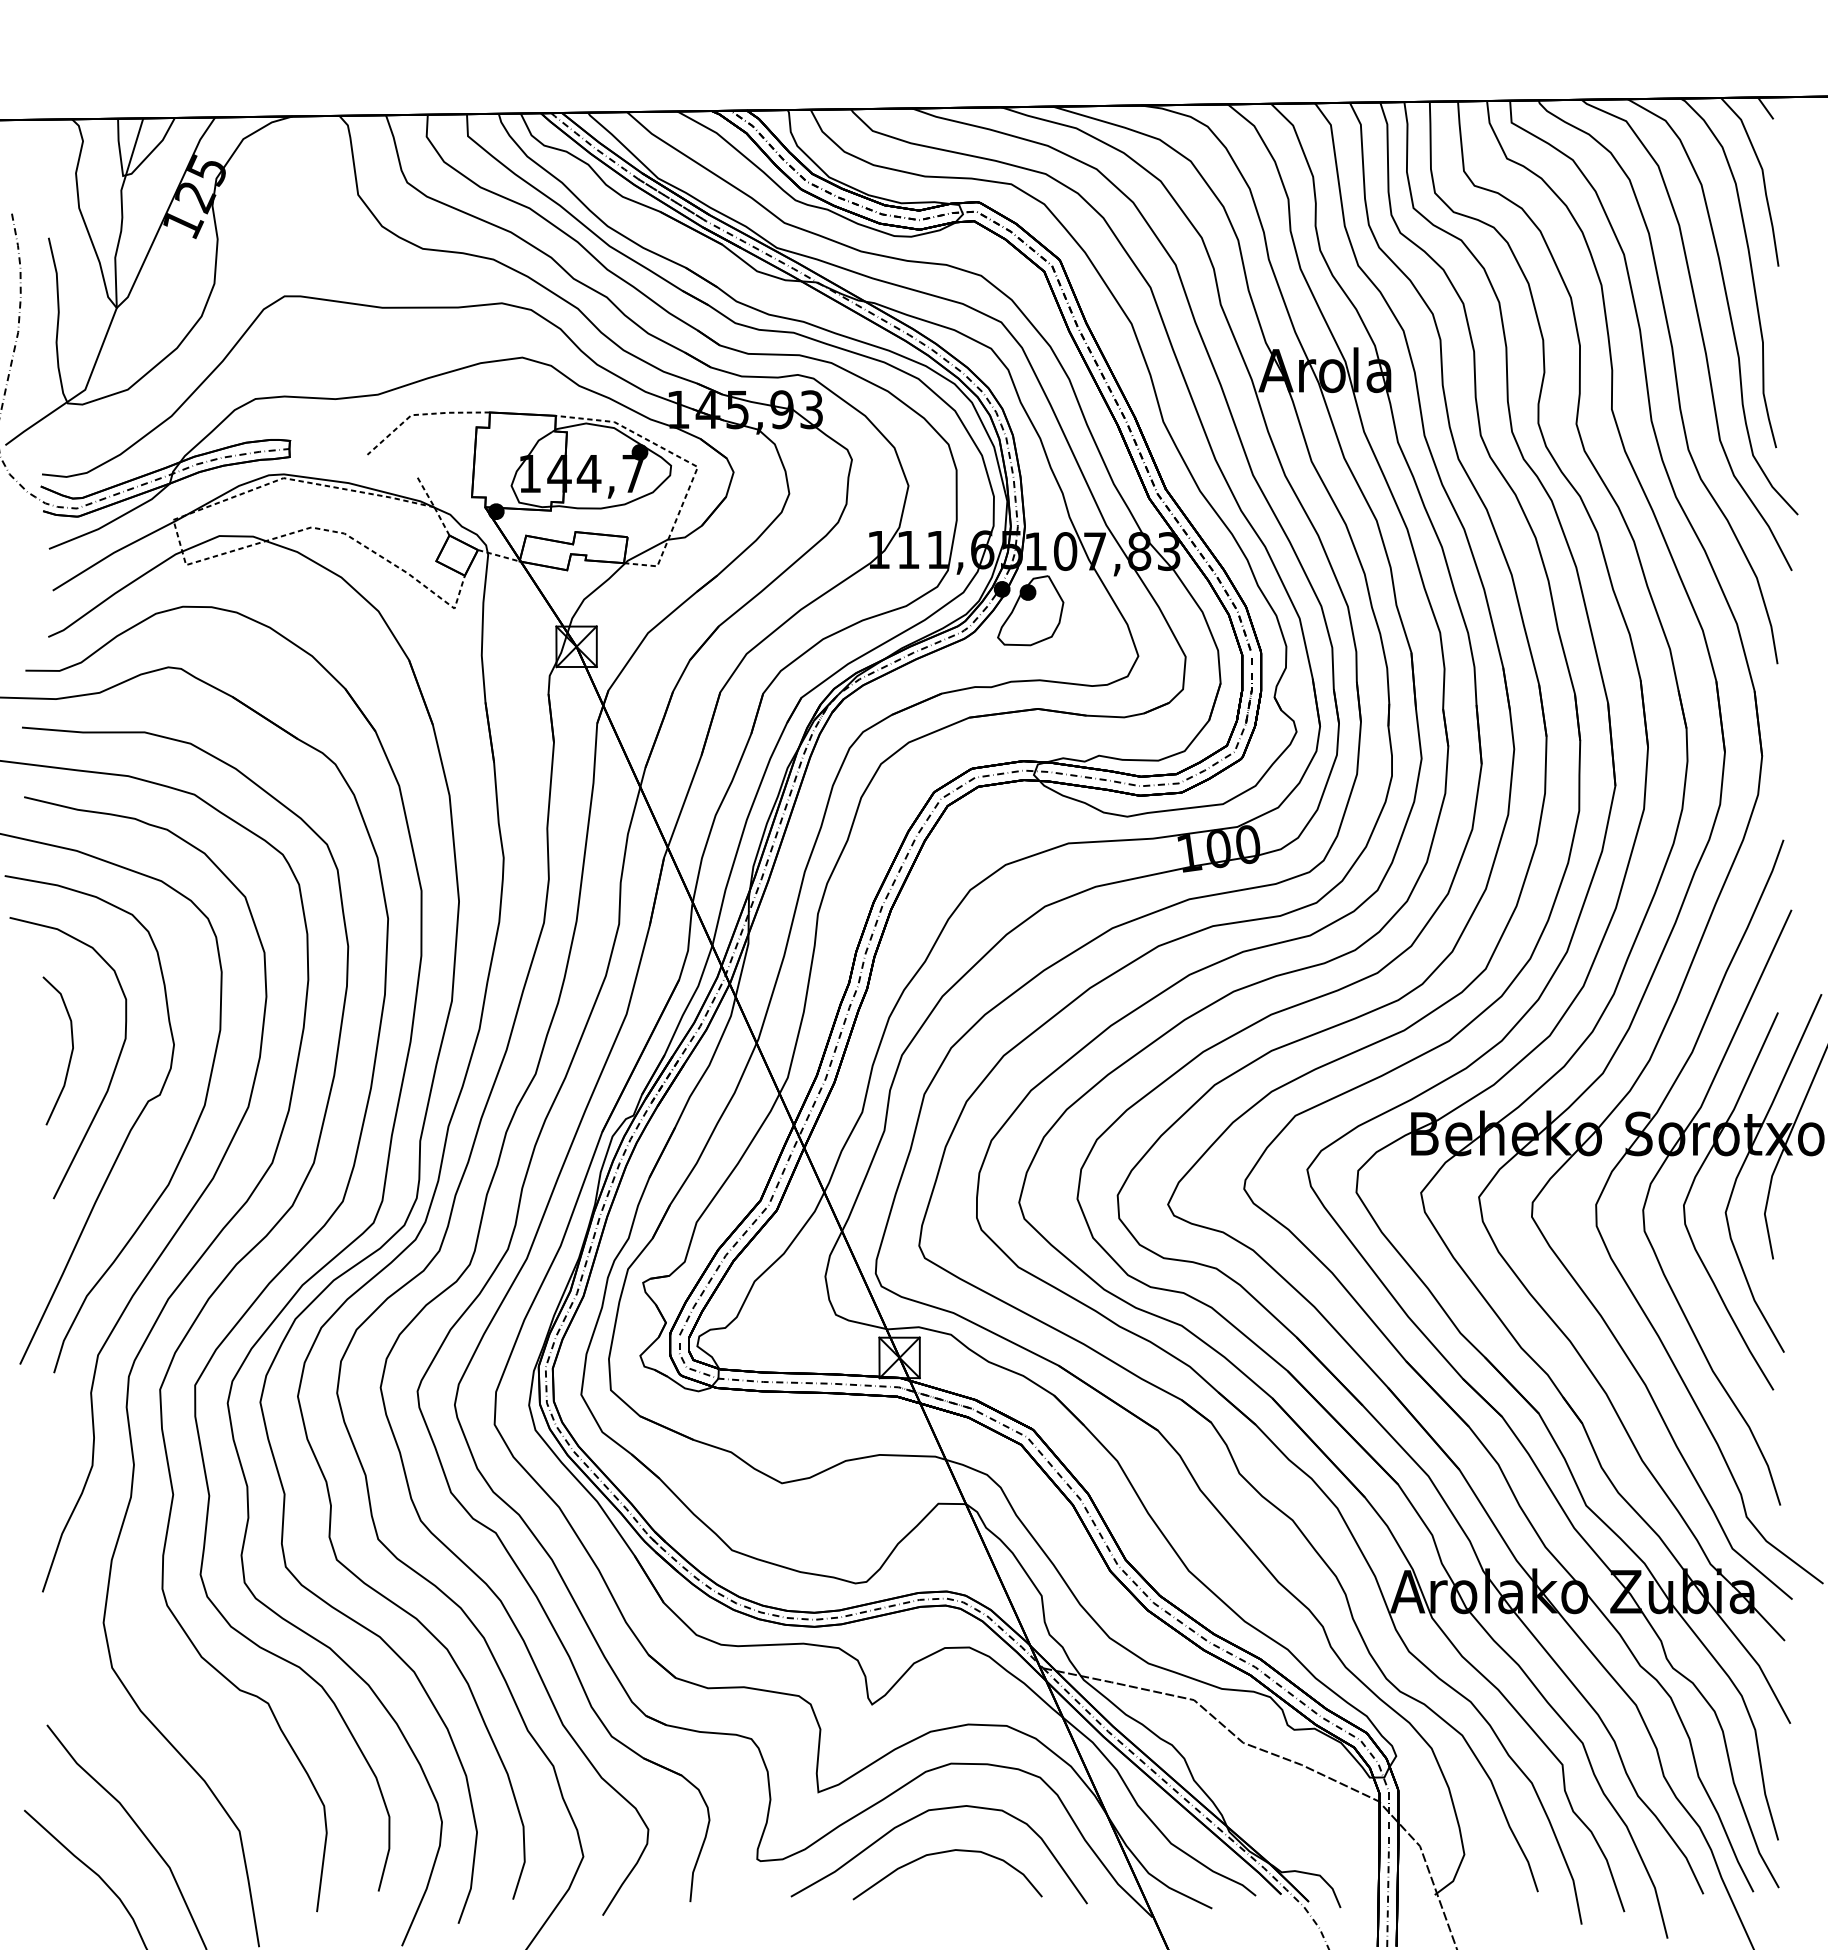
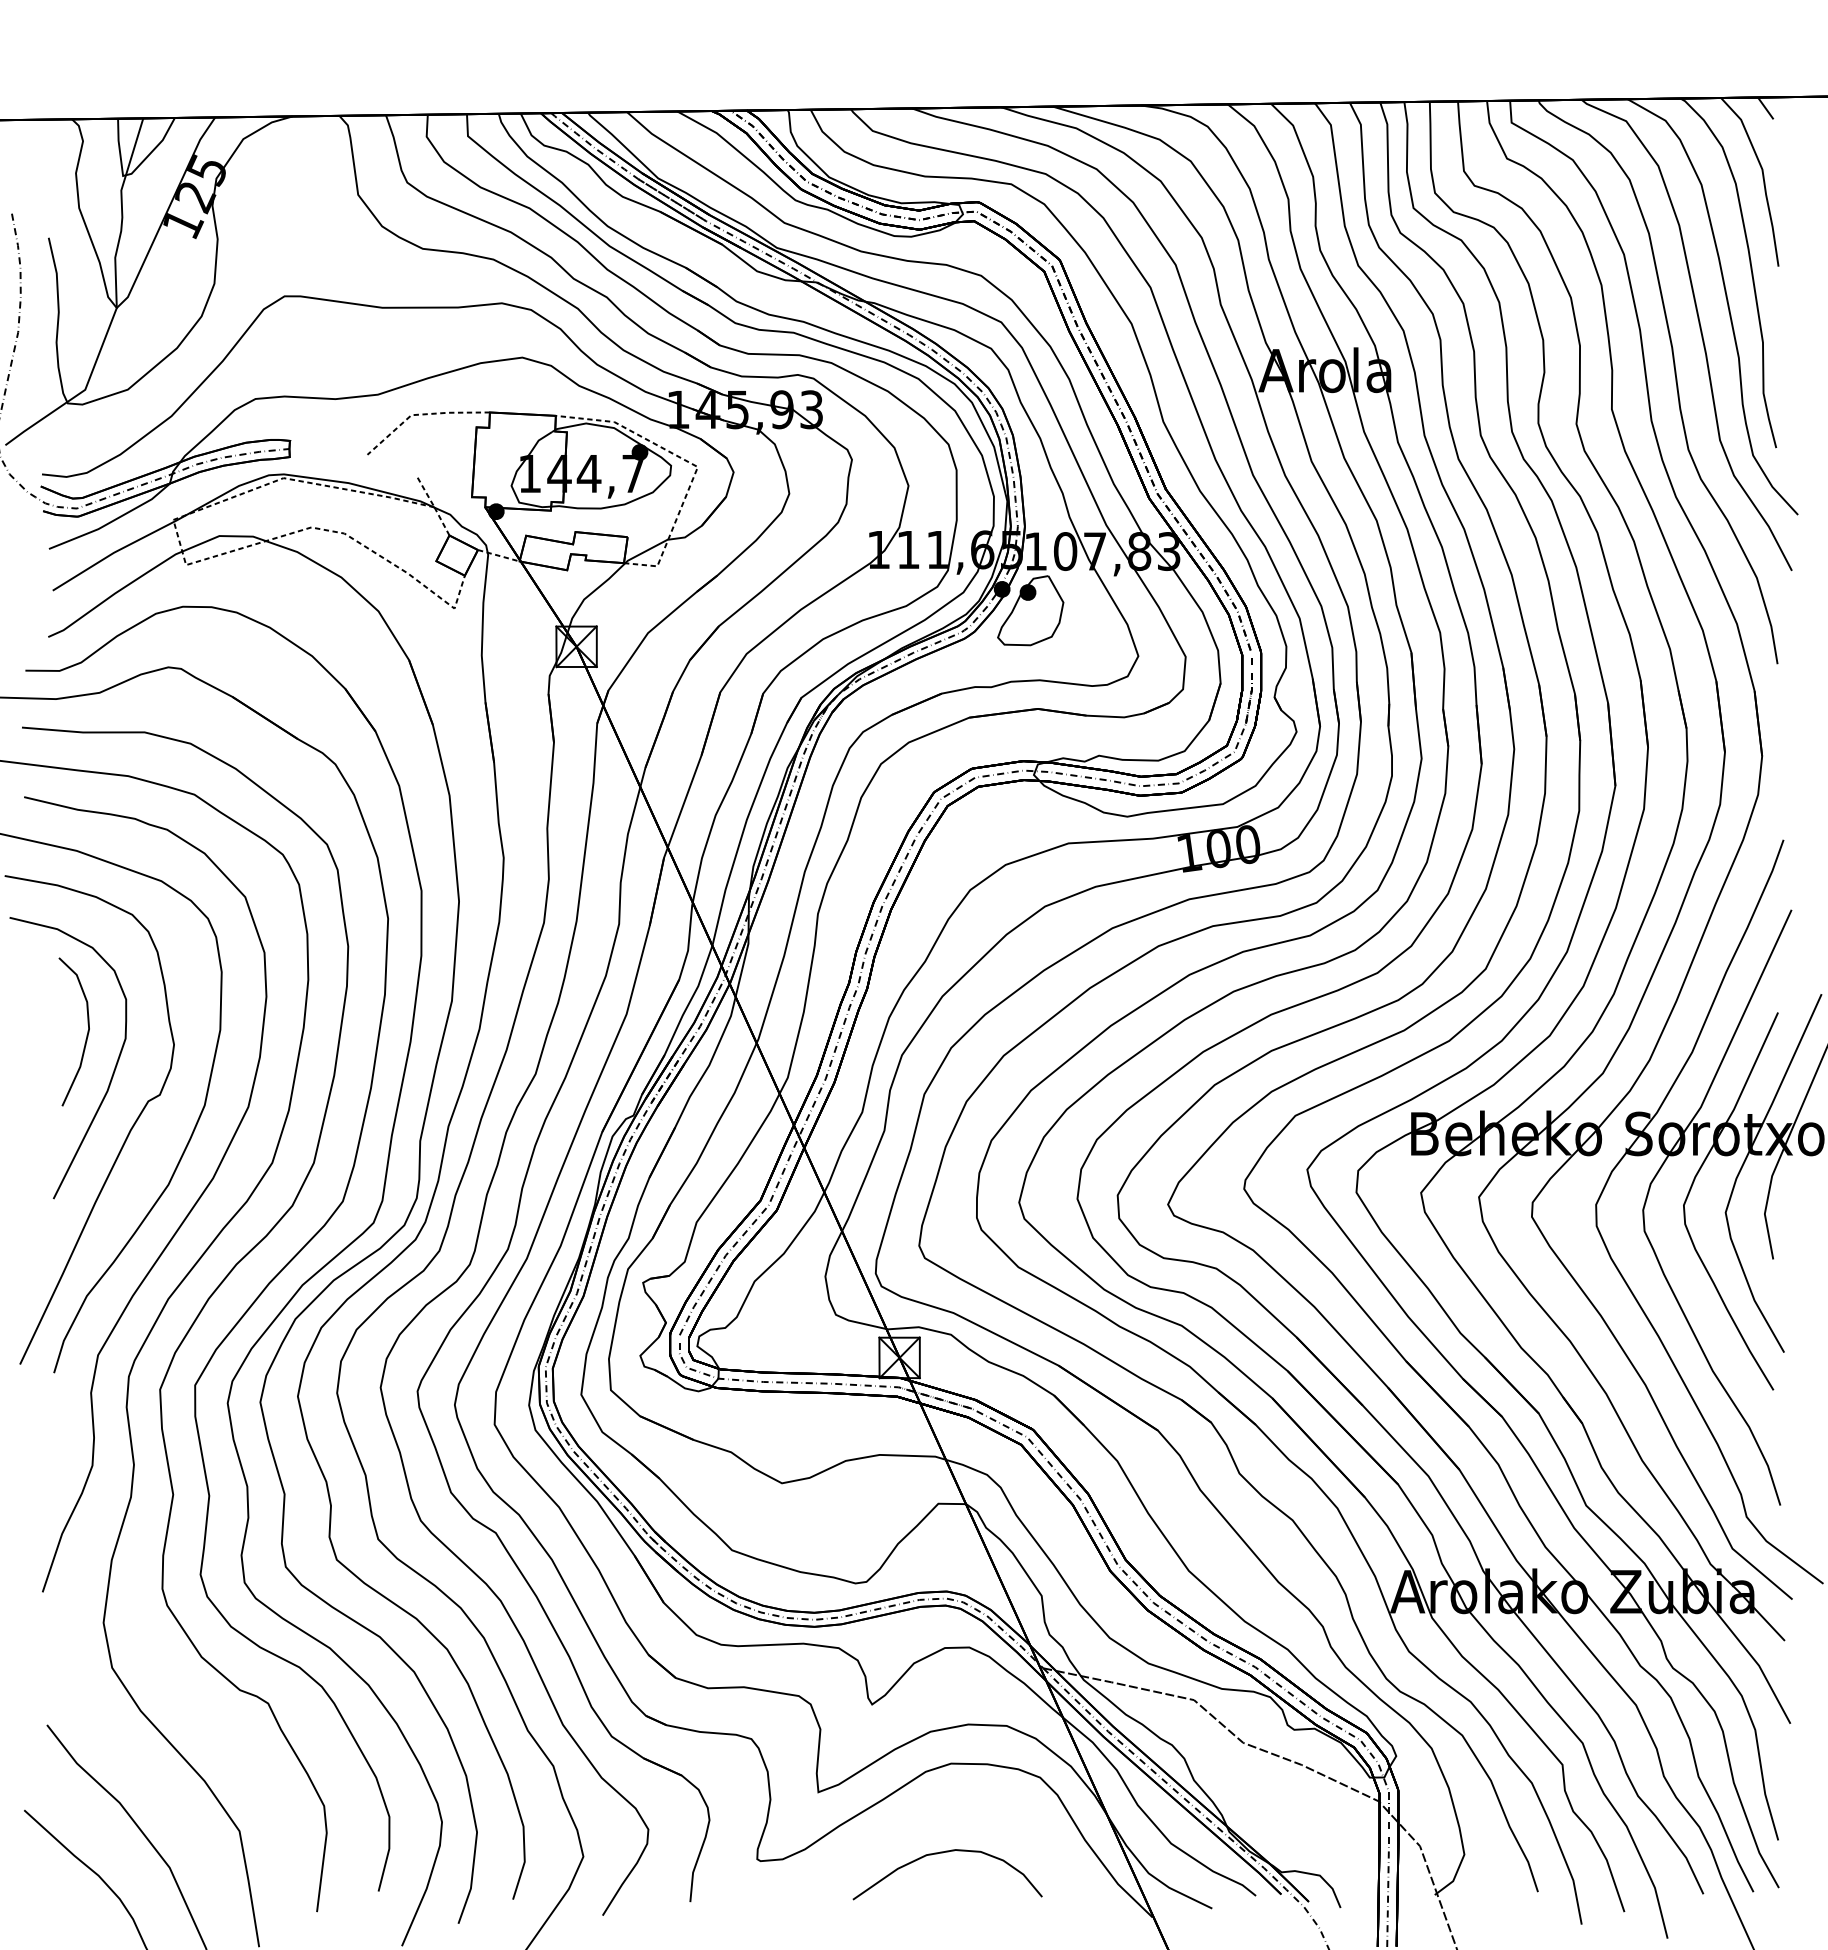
curve at (70, 1054) position: (70, 1054) -> (86, 1035)
curve at (919, 1816): present -> none
